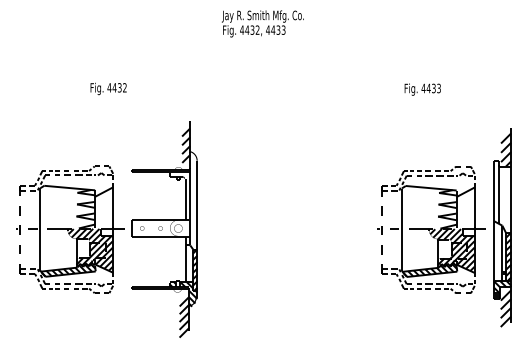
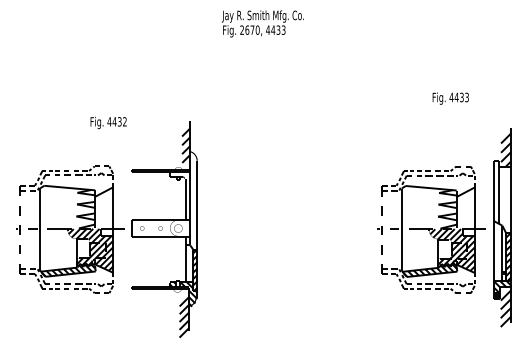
text at (249, 29): 4432, -> 2670,
text at (108, 88) position: (108, 88) -> (108, 122)
text at (422, 89) position: (422, 89) -> (450, 98)
